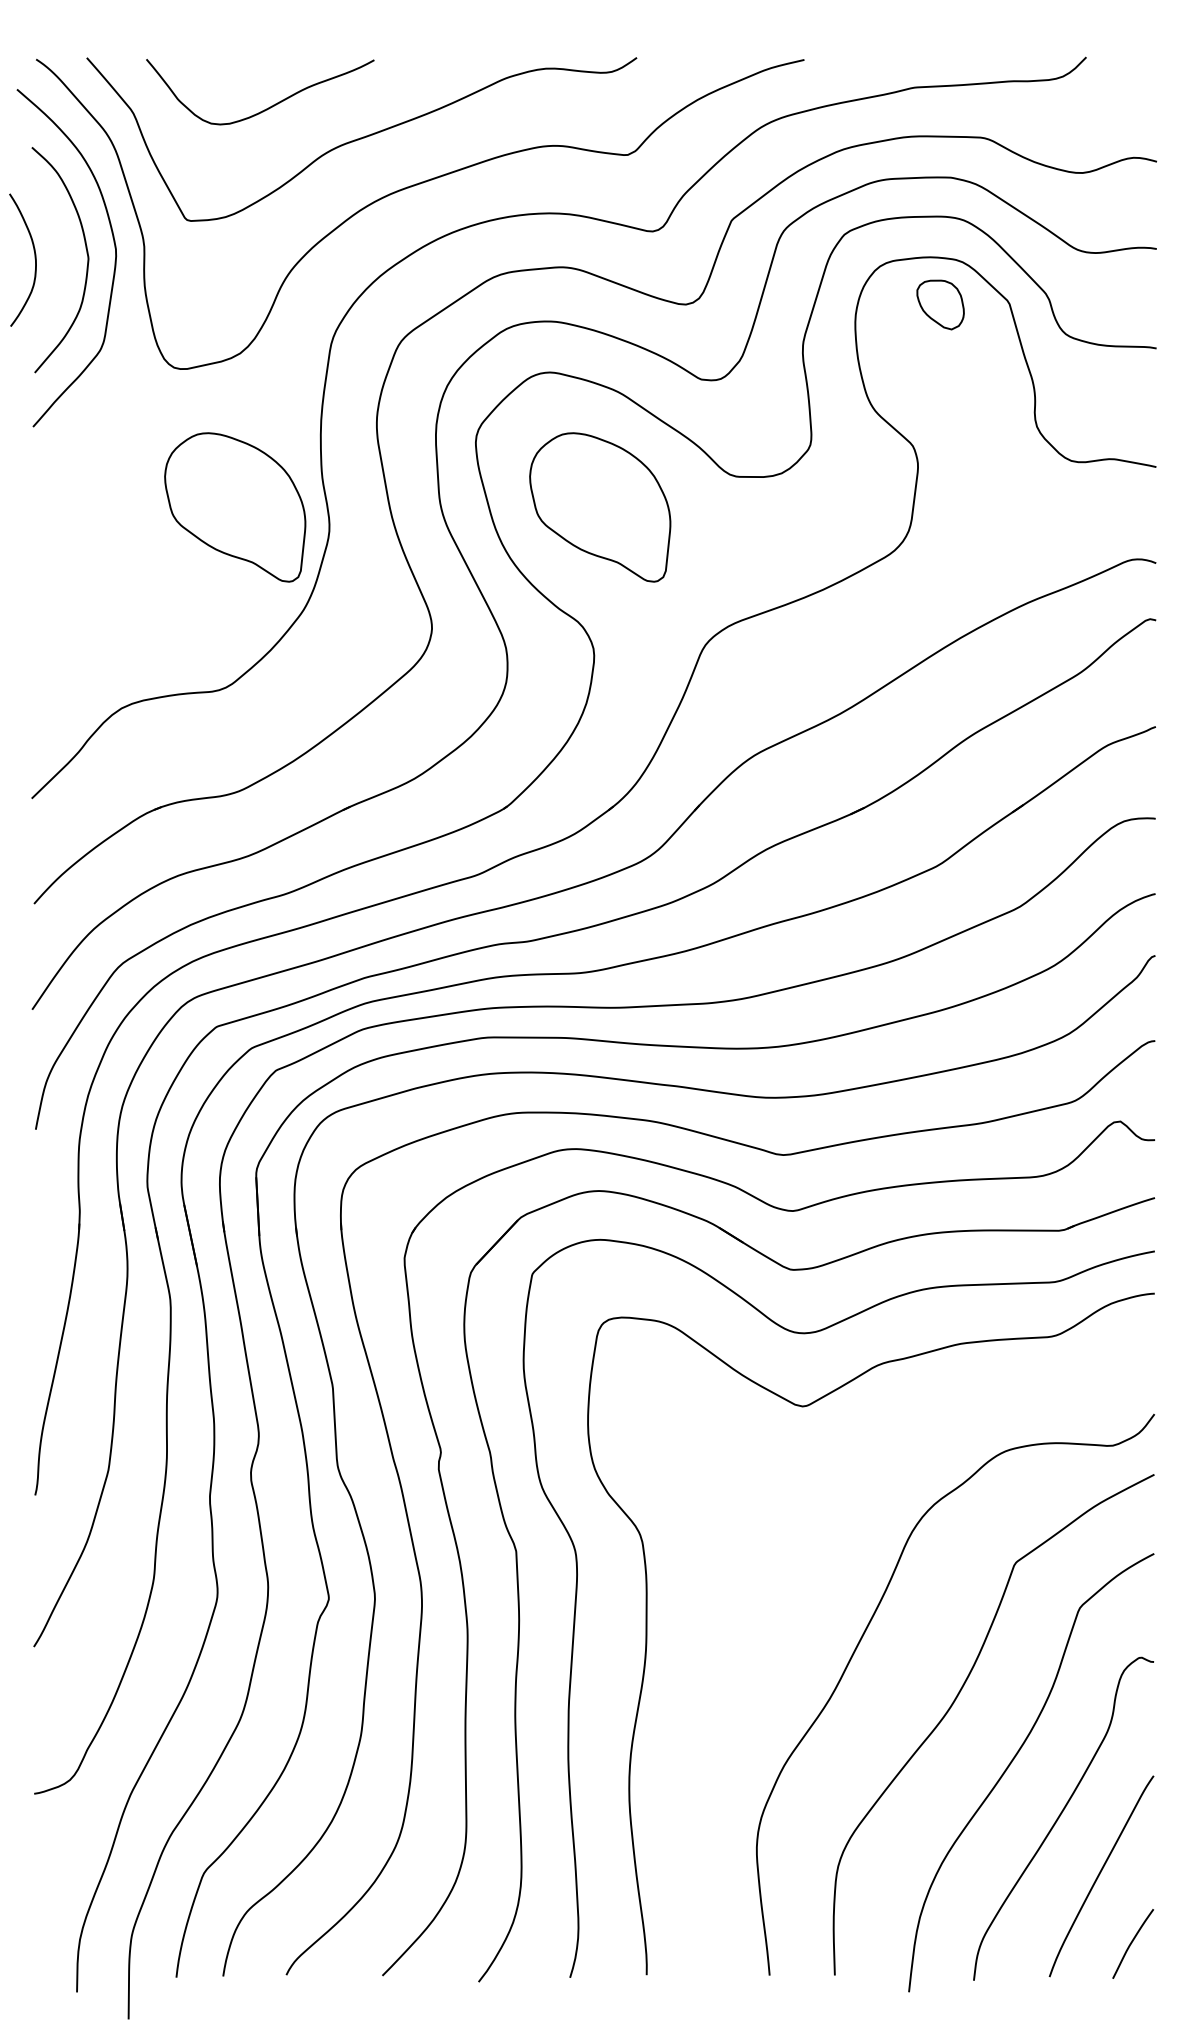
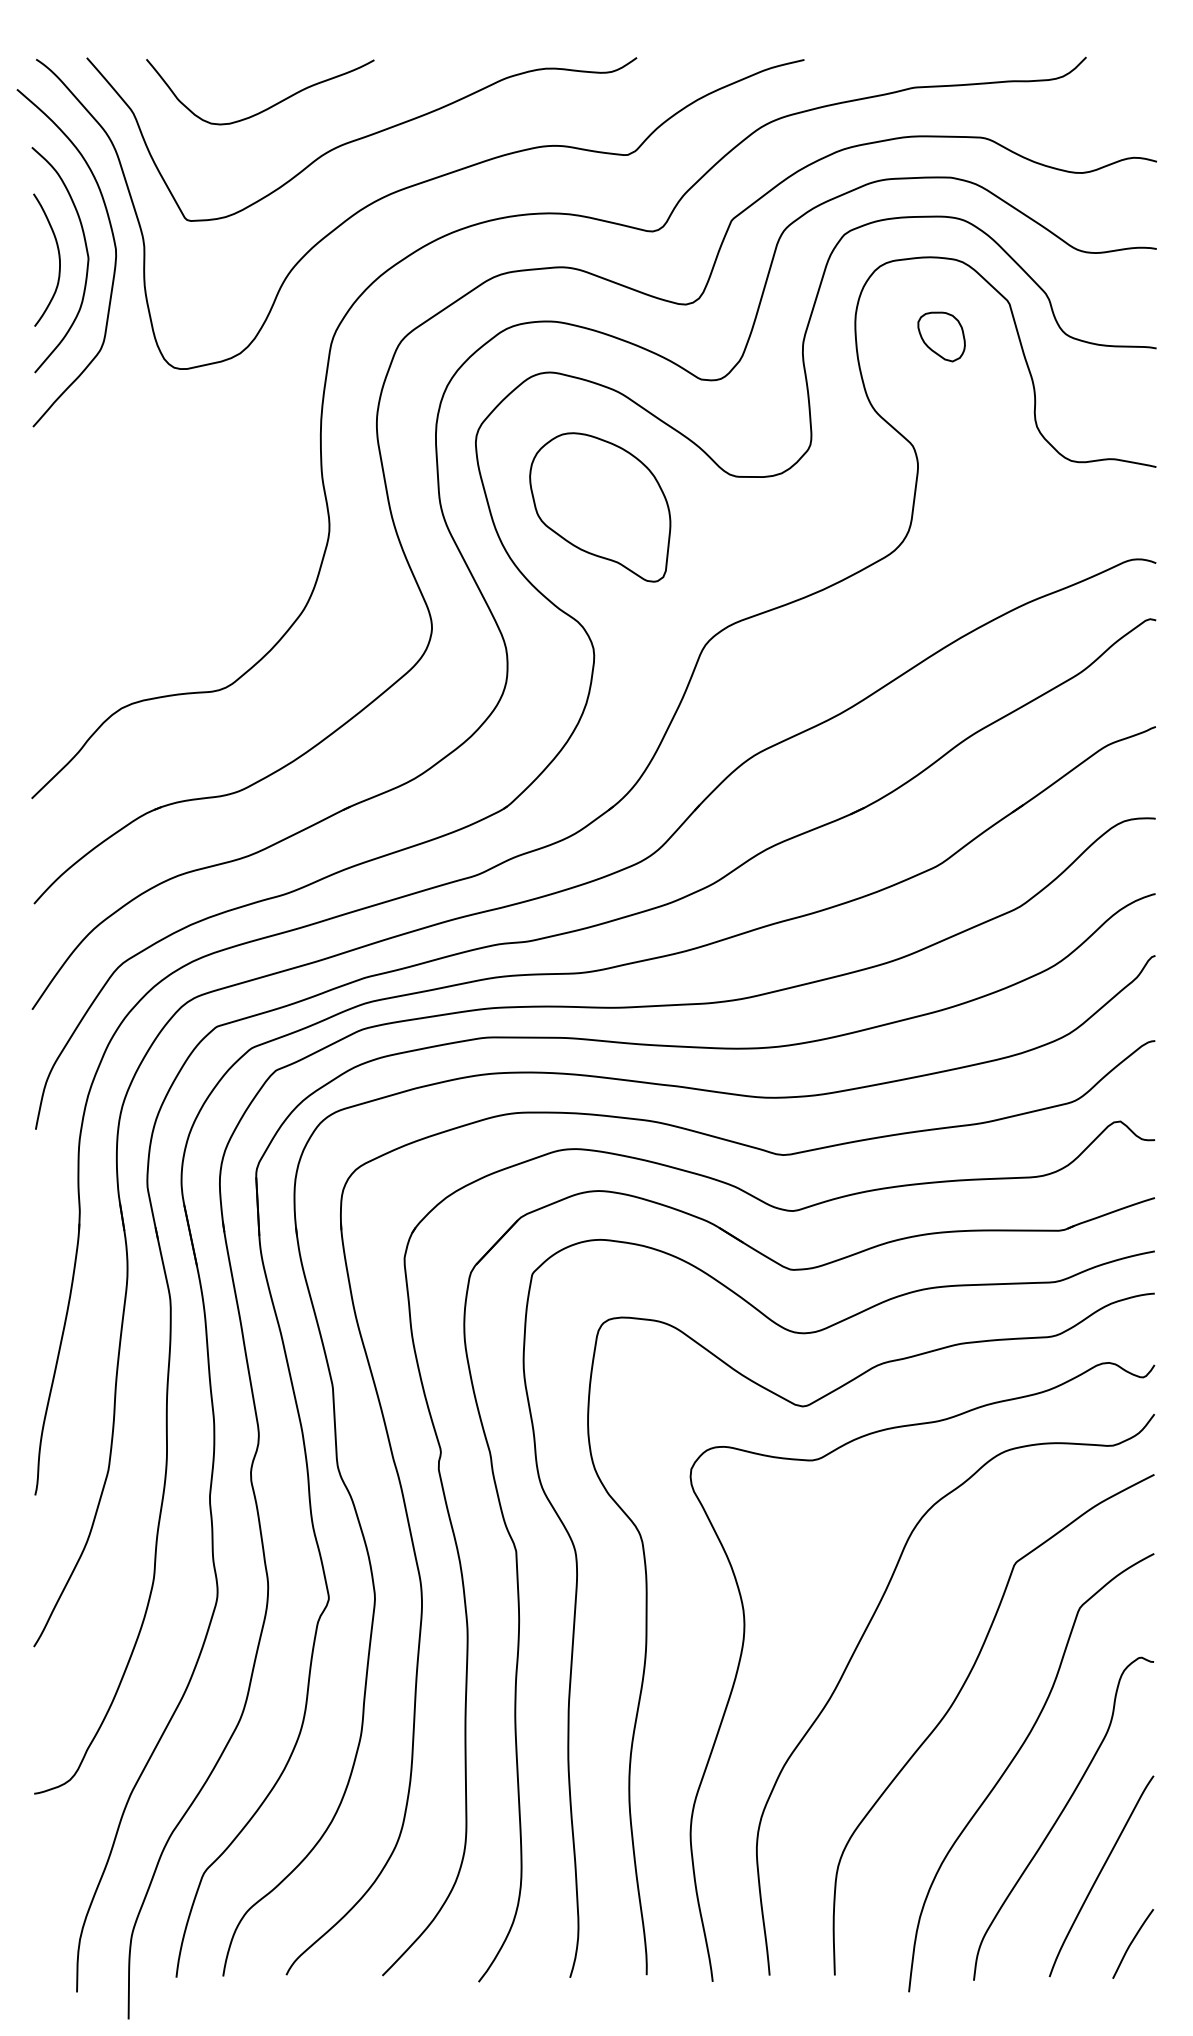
curve at (34, 258) position: (34, 258) -> (58, 258)
part at (940, 304) position: (940, 304) -> (941, 336)
part at (235, 507): present -> none
curve at (744, 1642): none -> present
